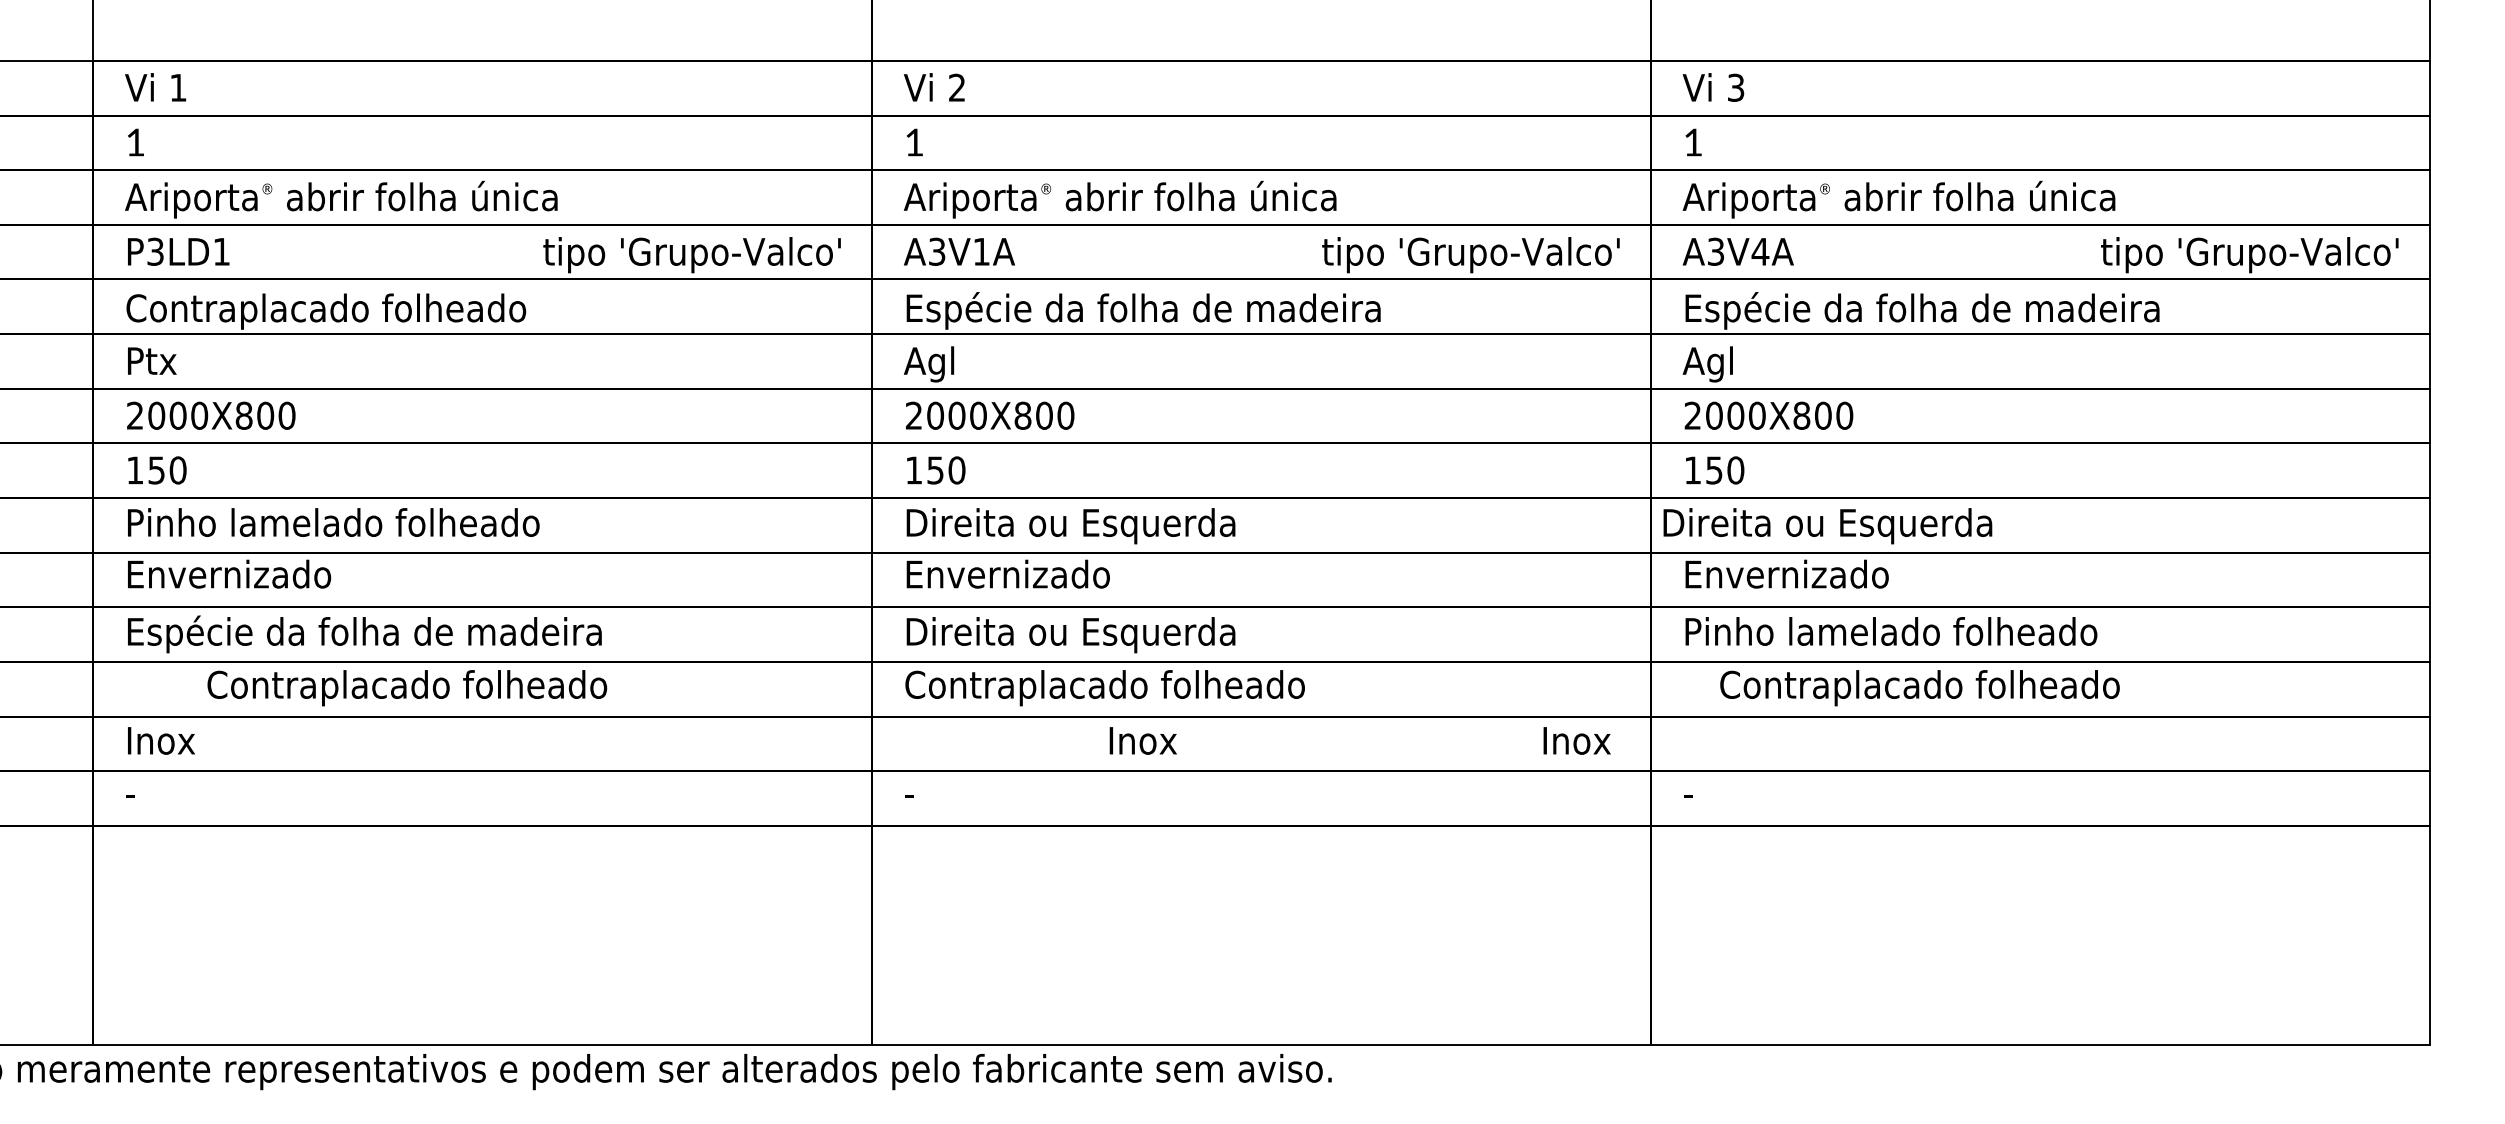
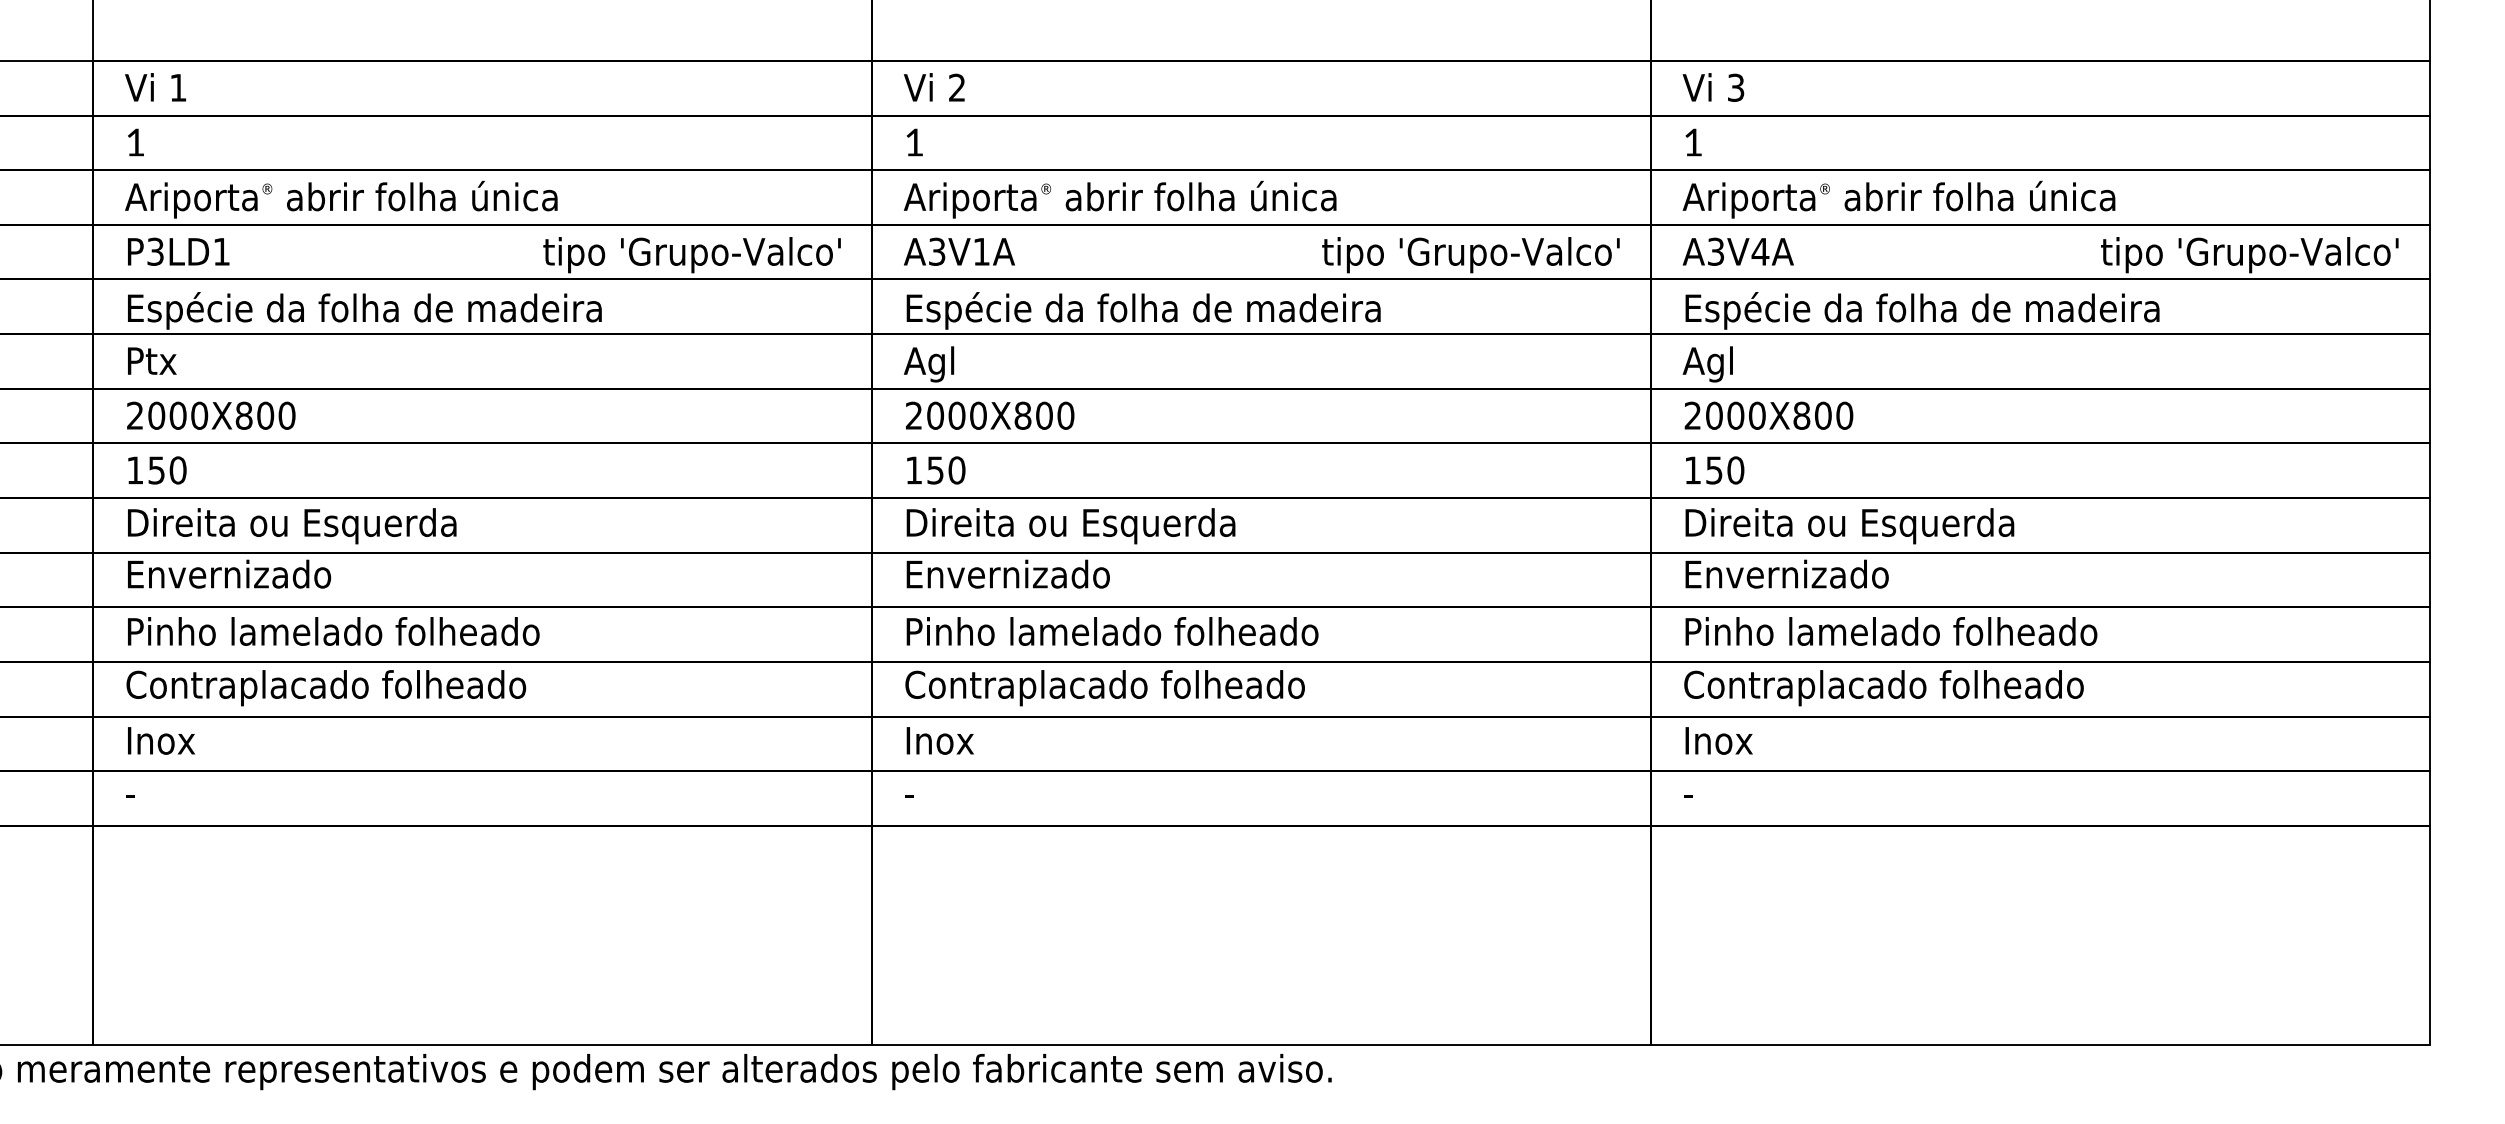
text at (363, 310): Contraplacado folheado -> Espécie da folha de madeira
text at (335, 526): Pinho lamelado folheado -> Direita ou Esquerda
text at (1827, 526) position: (1827, 526) -> (1849, 526)
text at (366, 634): Espécie da folha de madeira -> Pinho lamelado folheado
text at (1114, 635): Direita ou Esquerda -> Pinho lamelado folheado
text at (407, 688) position: (407, 688) -> (326, 688)
text at (1919, 688) position: (1919, 688) -> (1883, 688)
text at (1142, 740) position: (1142, 740) -> (939, 740)
text at (1576, 740) position: (1576, 740) -> (1718, 740)
